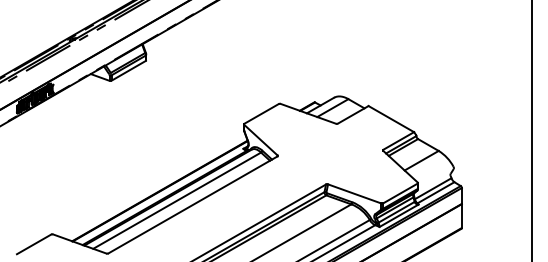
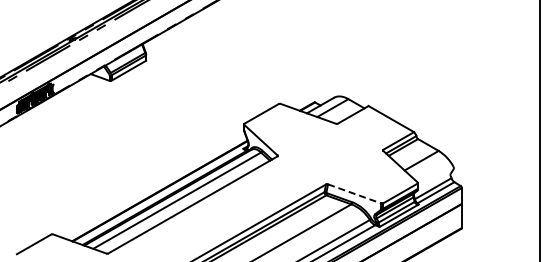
line at (531, 130) position: (531, 130) -> (539, 130)
line at (355, 194): solid -> dashed
